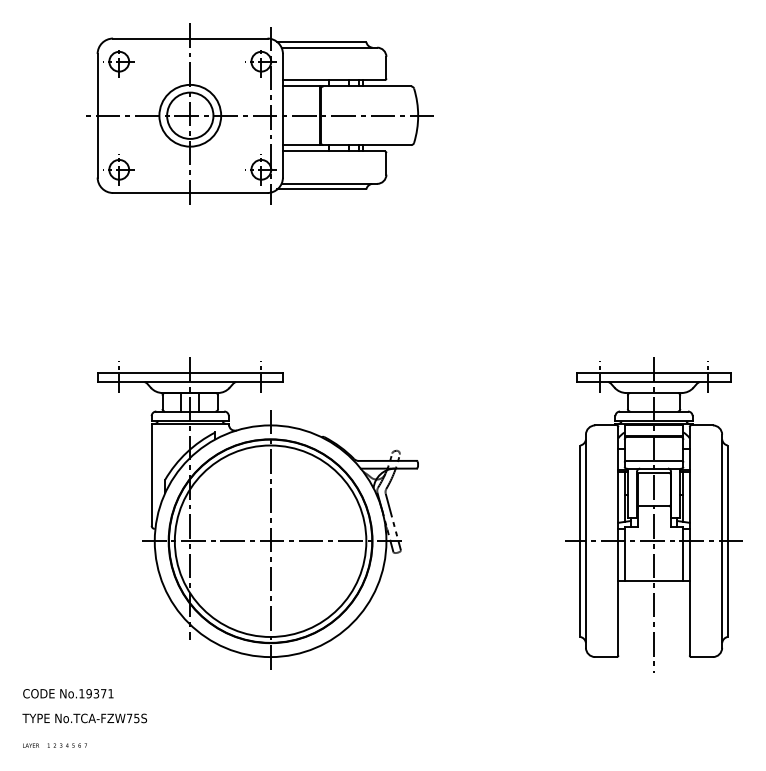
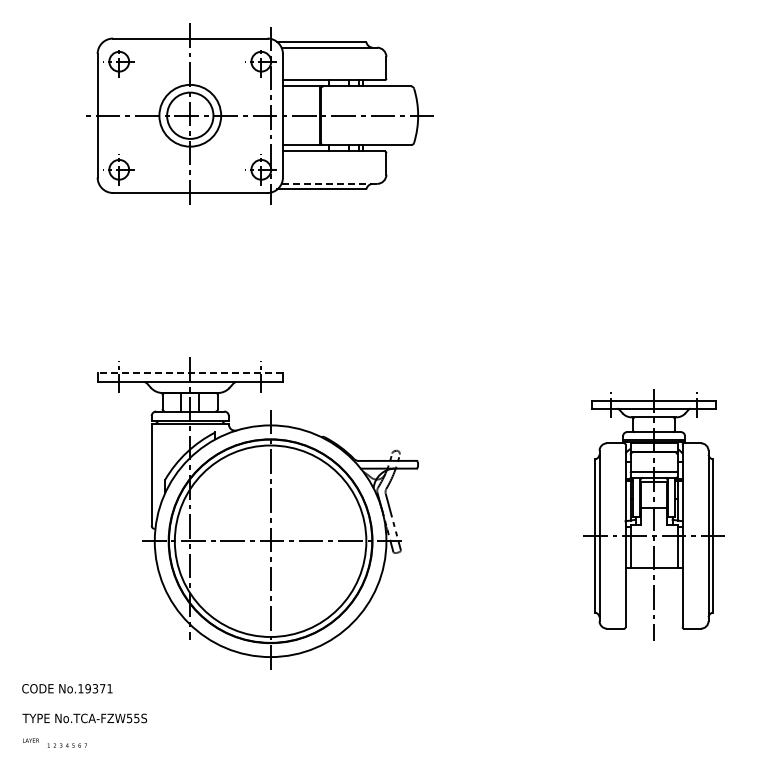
line at (329, 183): solid -> dashed
line at (190, 372): solid -> dashed
part at (653, 514) size: 178x316 px -> 142x252 px
text at (68, 693) position: (68, 693) -> (67, 688)
text at (129, 718): No.TCA-FZW75S -> No.TCA-FZW55S
text at (30, 745) position: (30, 745) -> (30, 740)
